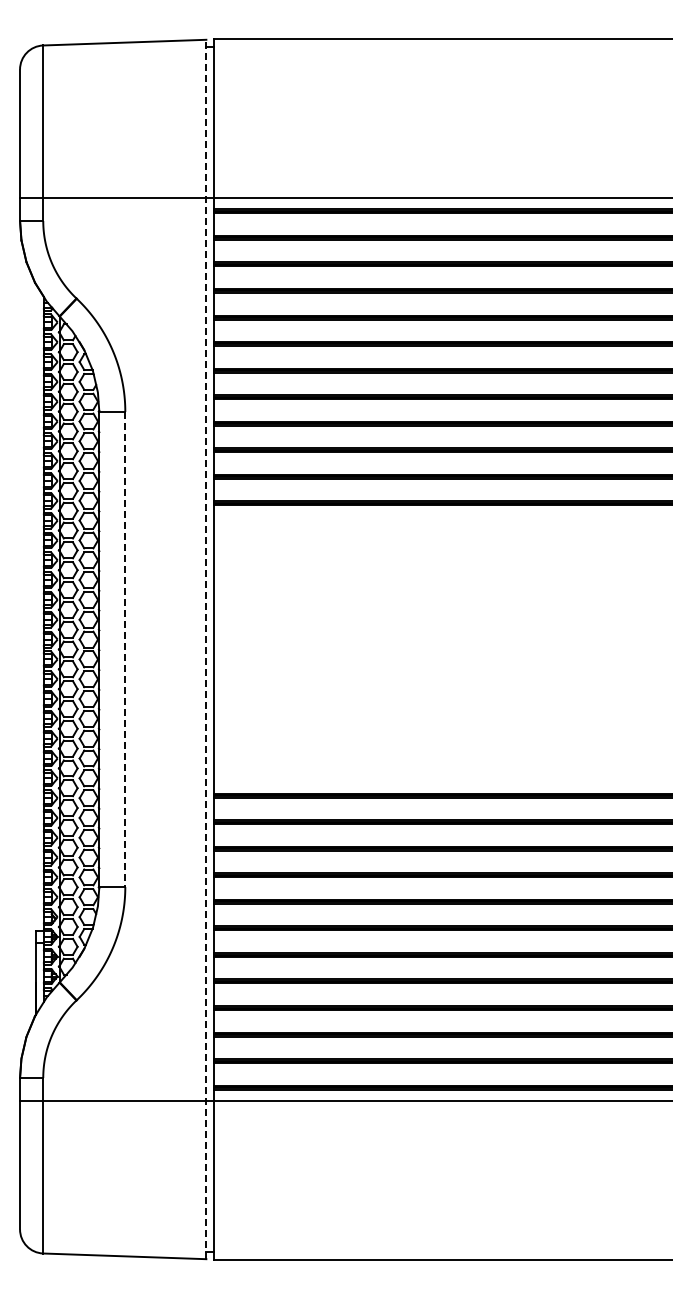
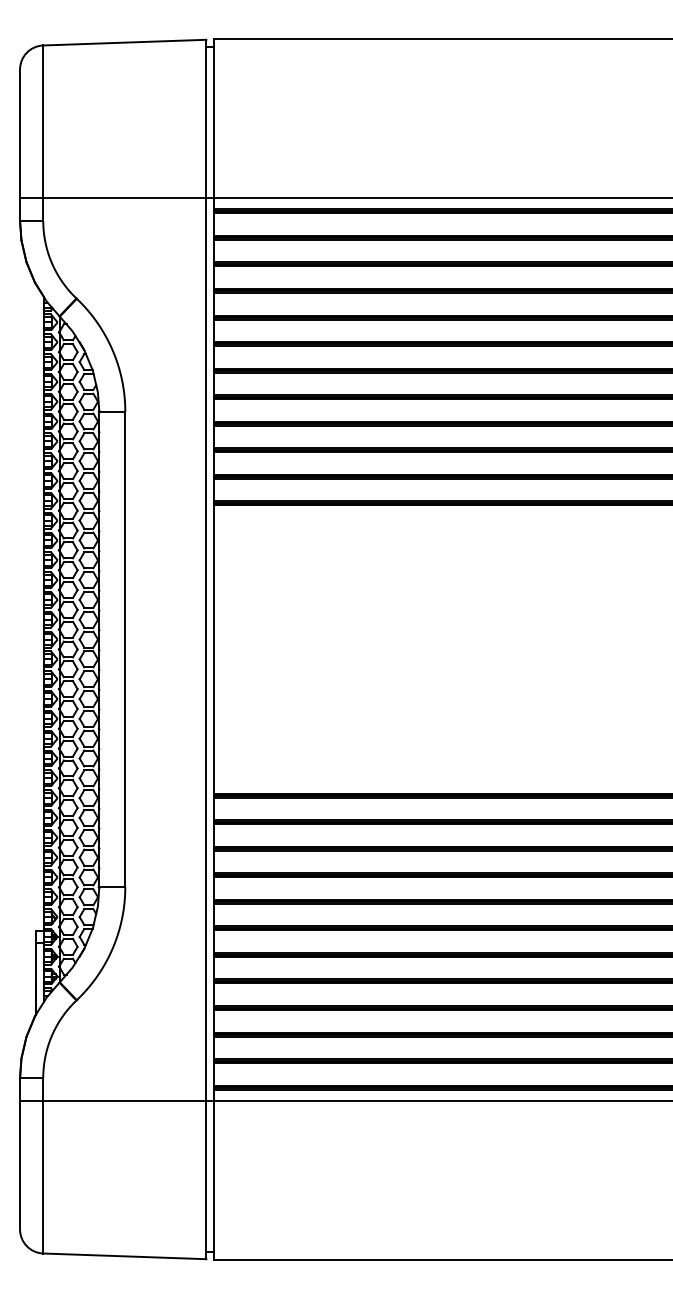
line at (125, 649): dashed -> solid
line at (206, 649): dashed -> solid
